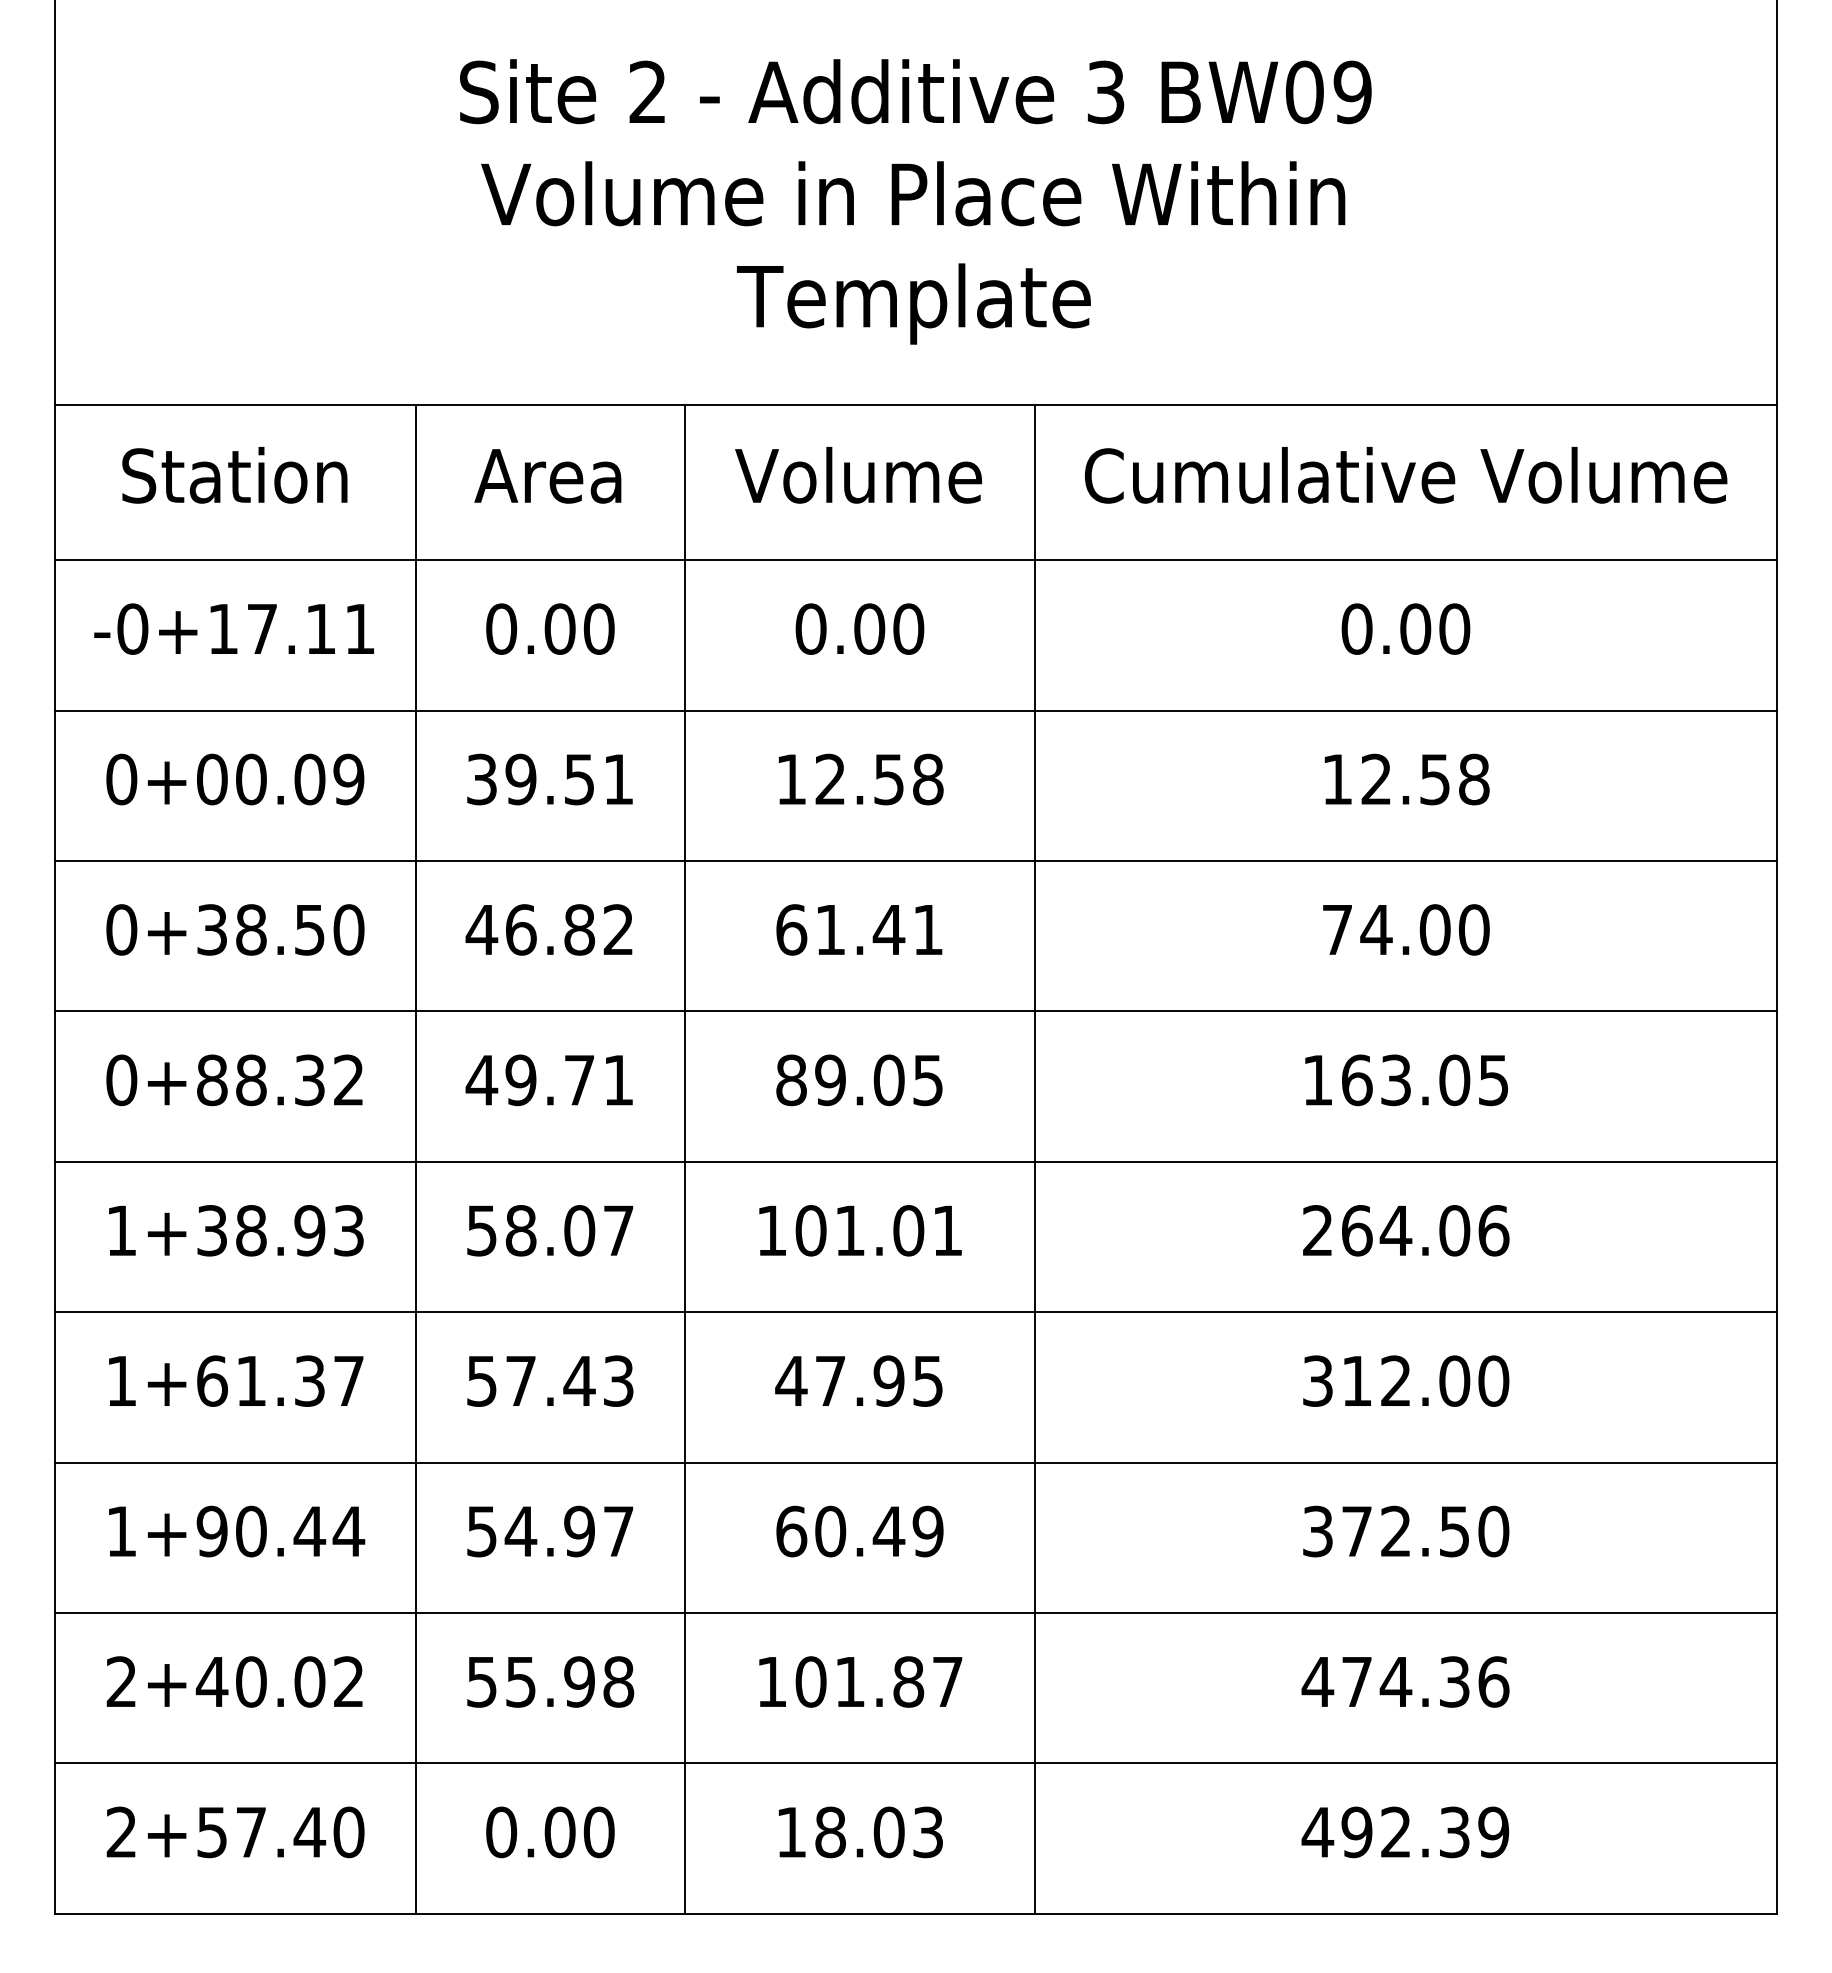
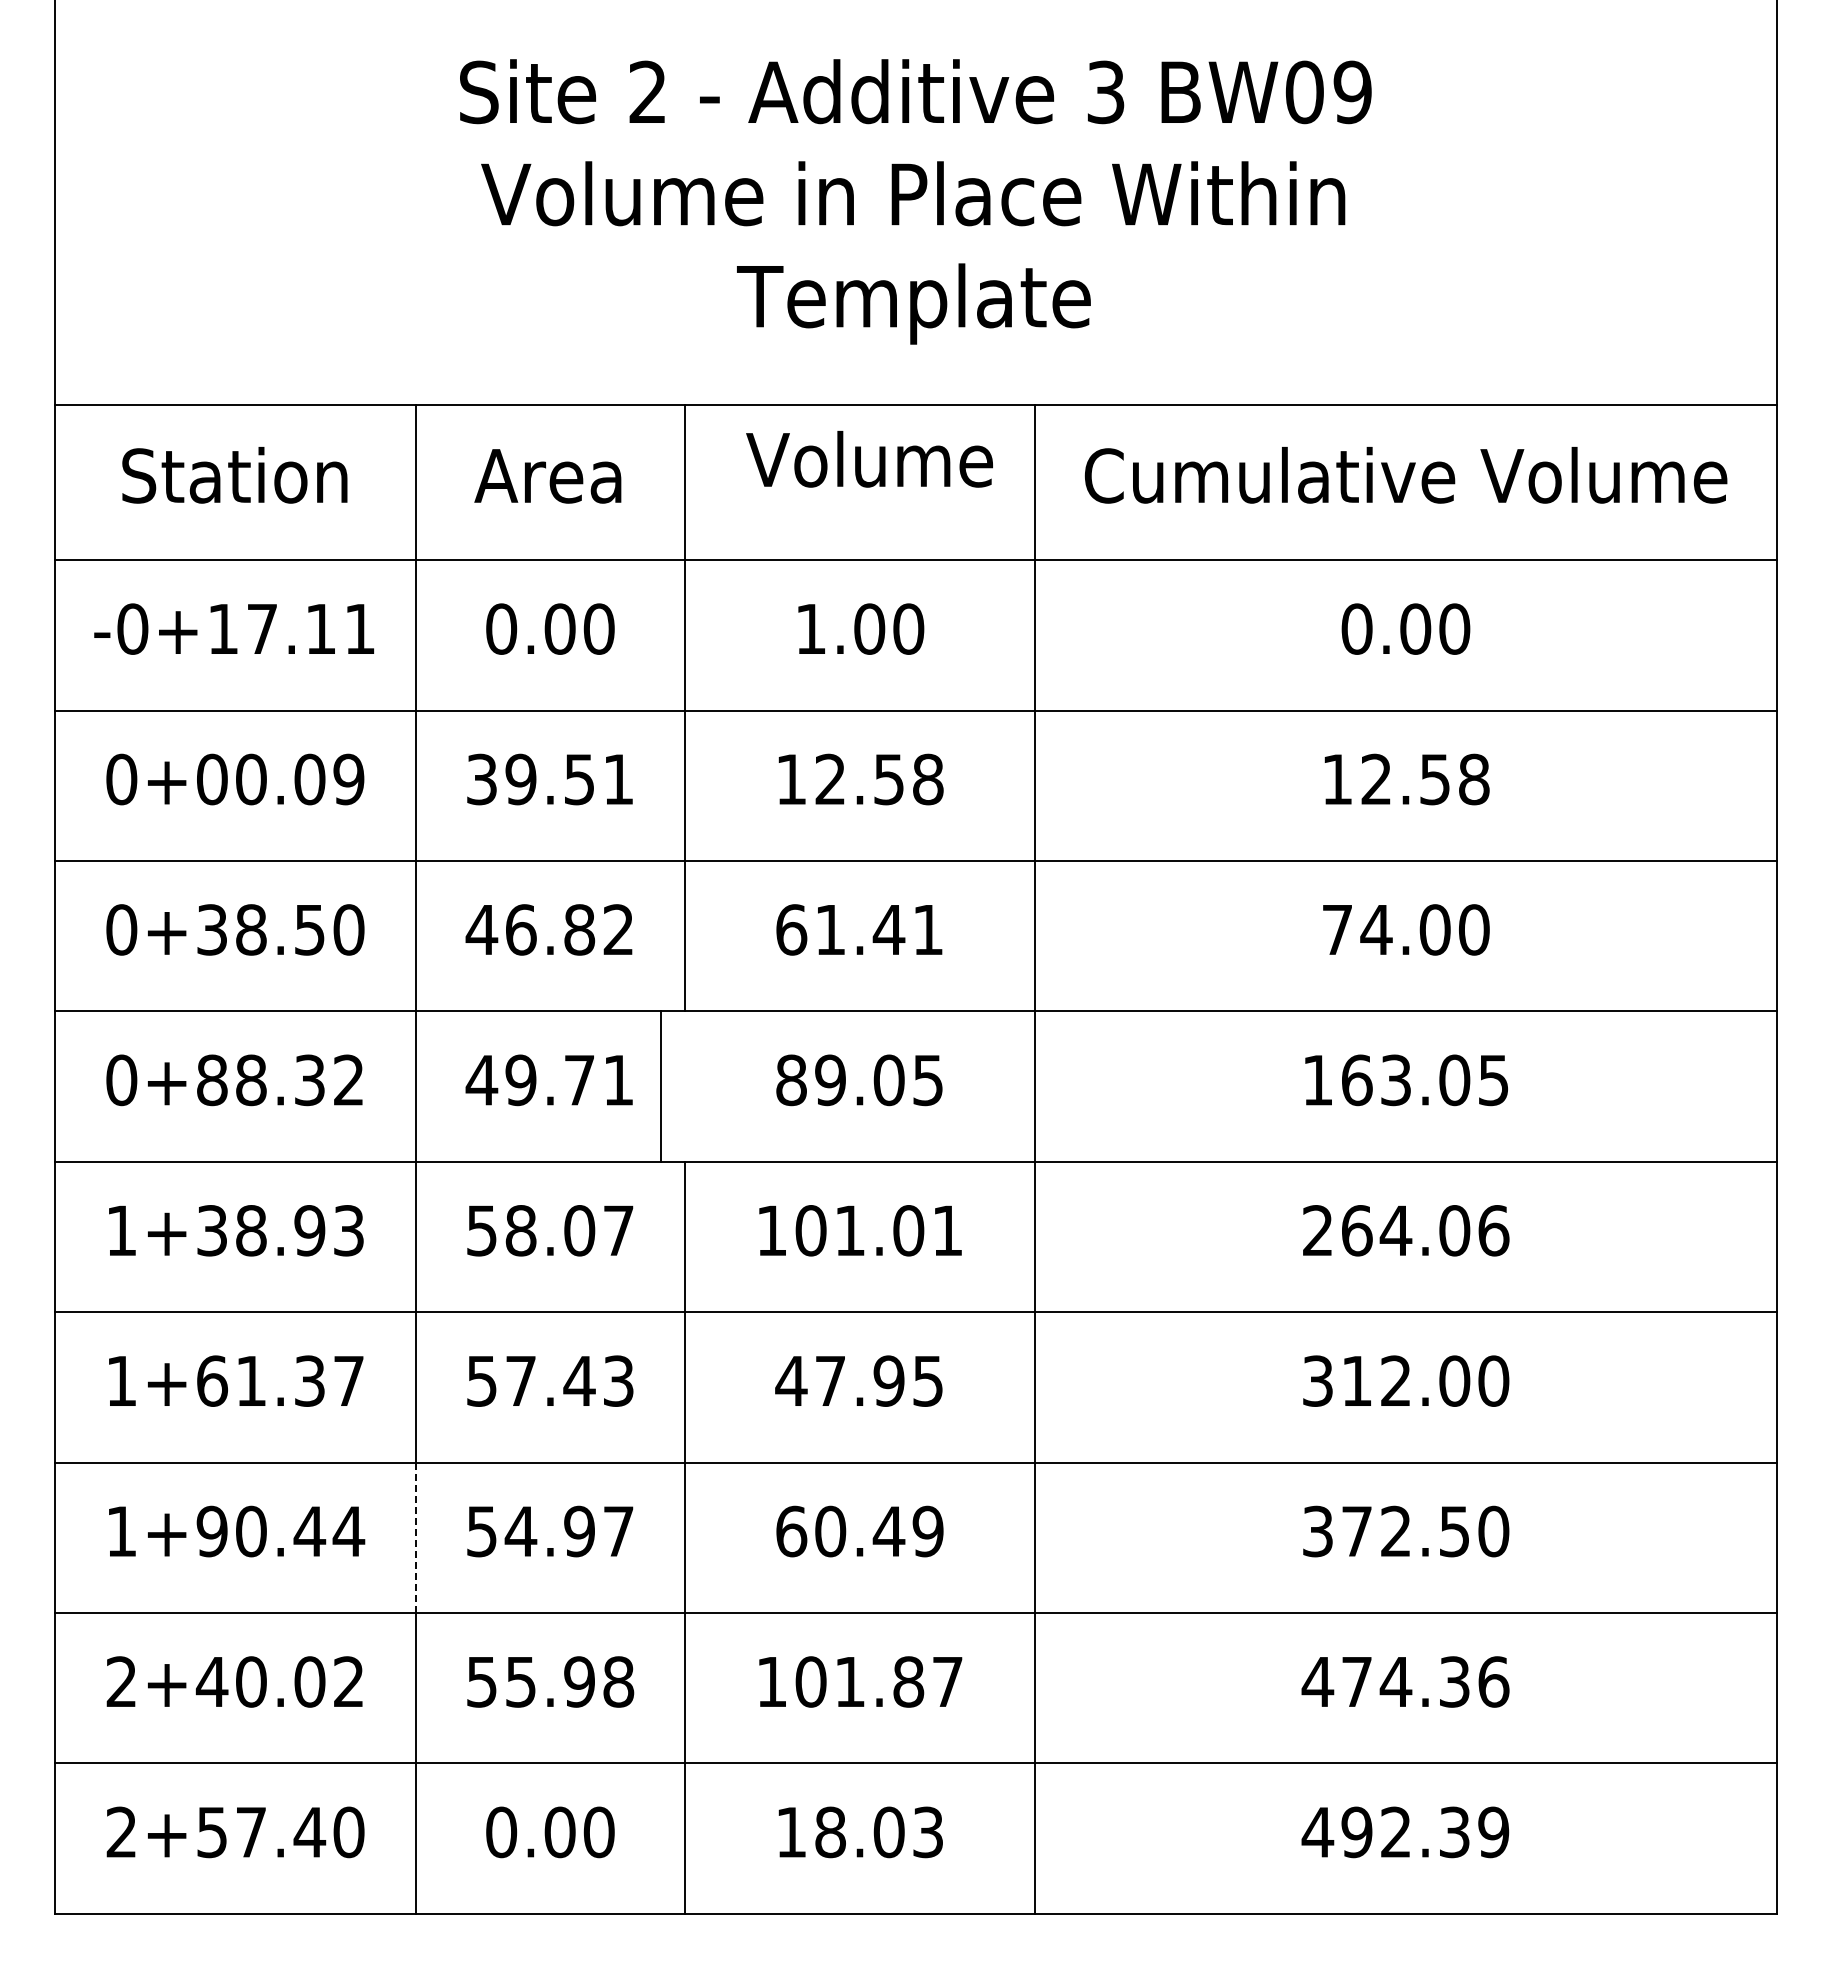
text at (858, 475) position: (858, 475) -> (869, 459)
text at (810, 628): 0.00 -> 1.00
line at (684, 1086) position: (684, 1086) -> (660, 1086)
line at (415, 1538): solid -> dashed
